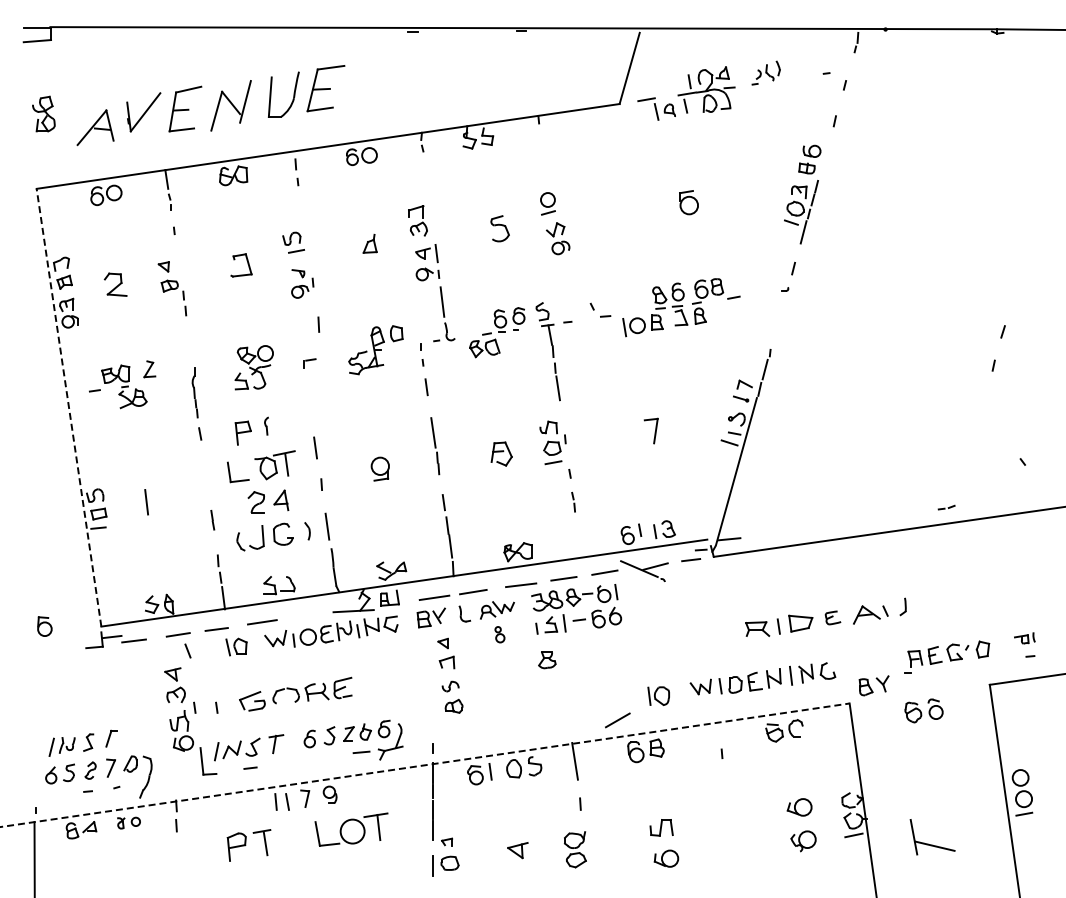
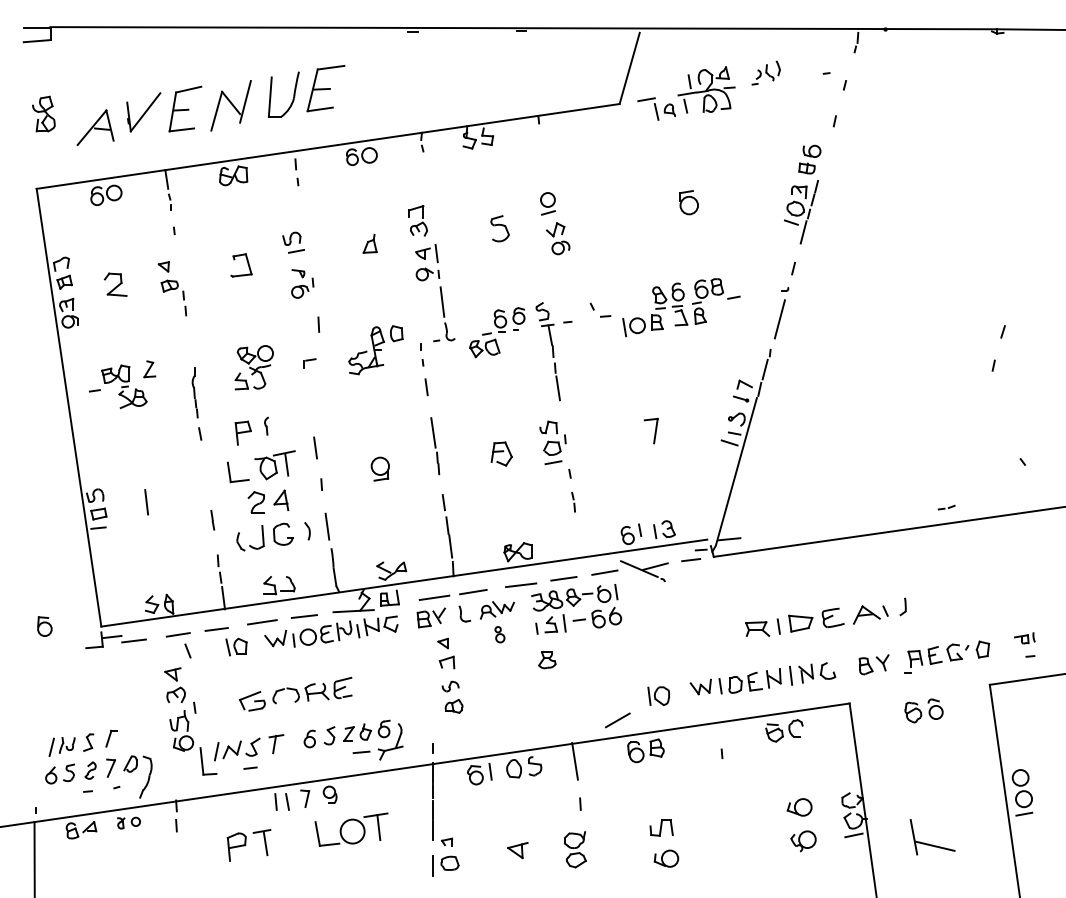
line at (779, 319): none -> present
line at (68, 407): dashed -> solid
line at (304, 616): none -> present
part at (832, 617) size: 18x16 px -> 24x22 px
part at (873, 685) position: (873, 685) -> (873, 664)
line at (216, 707): present -> none
line at (425, 765): dashed -> solid
